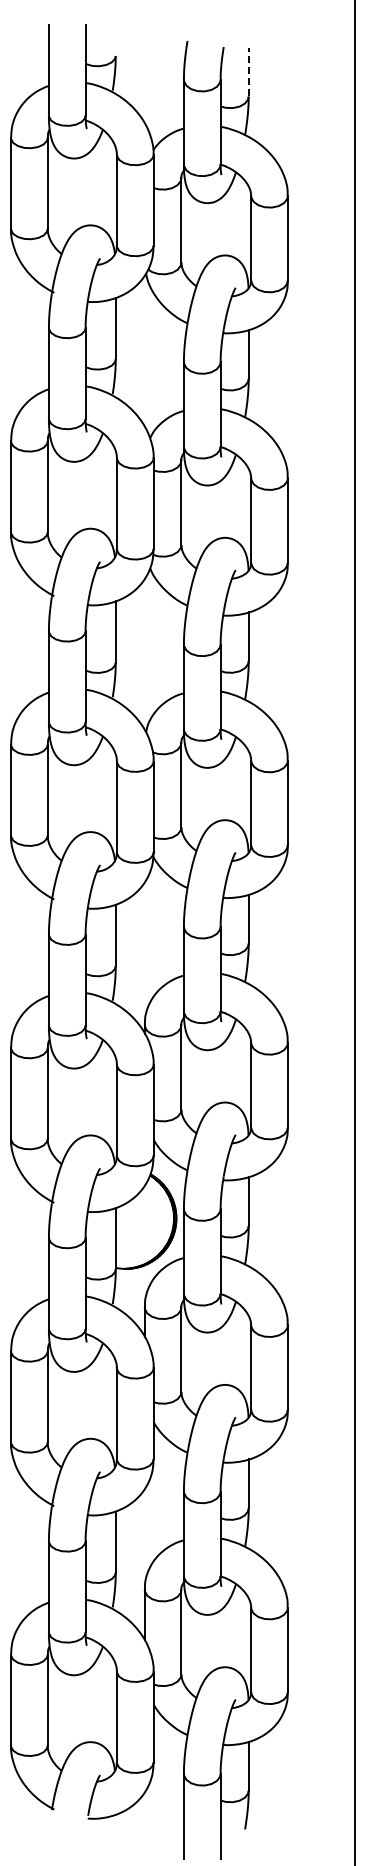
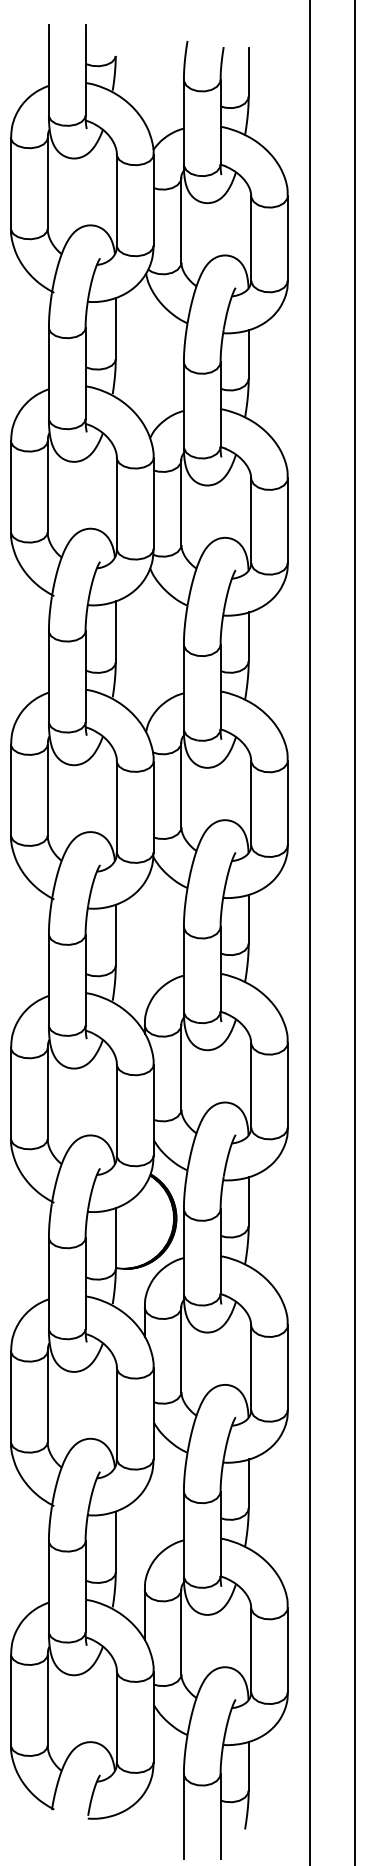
line at (248, 71): dashed -> solid
line at (309, 932): none -> present
